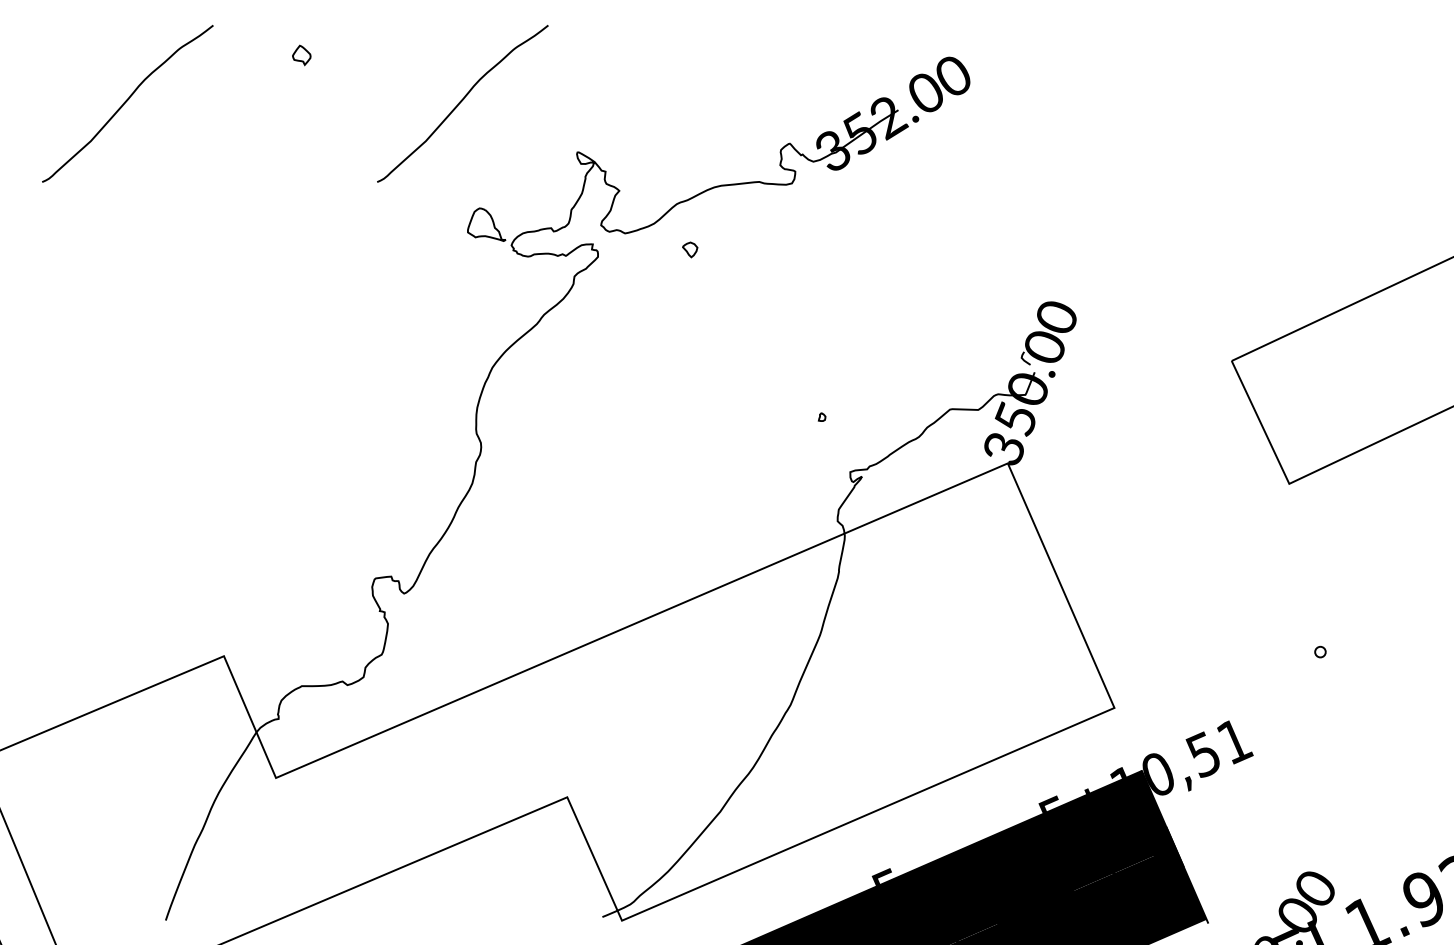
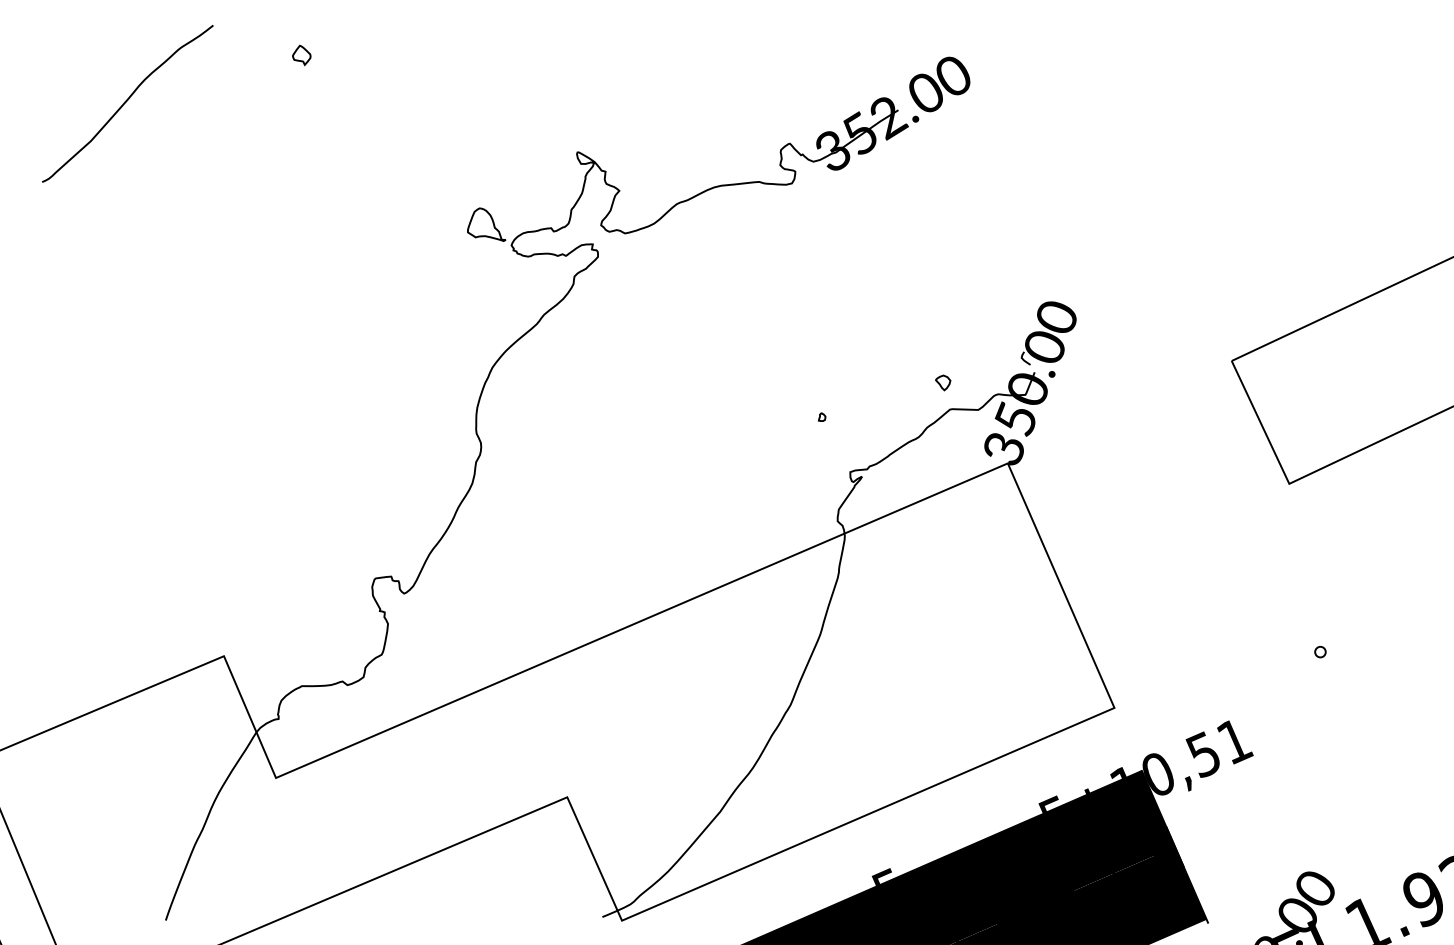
curve at (461, 102): present -> none
part at (690, 249) position: (690, 249) -> (943, 382)
